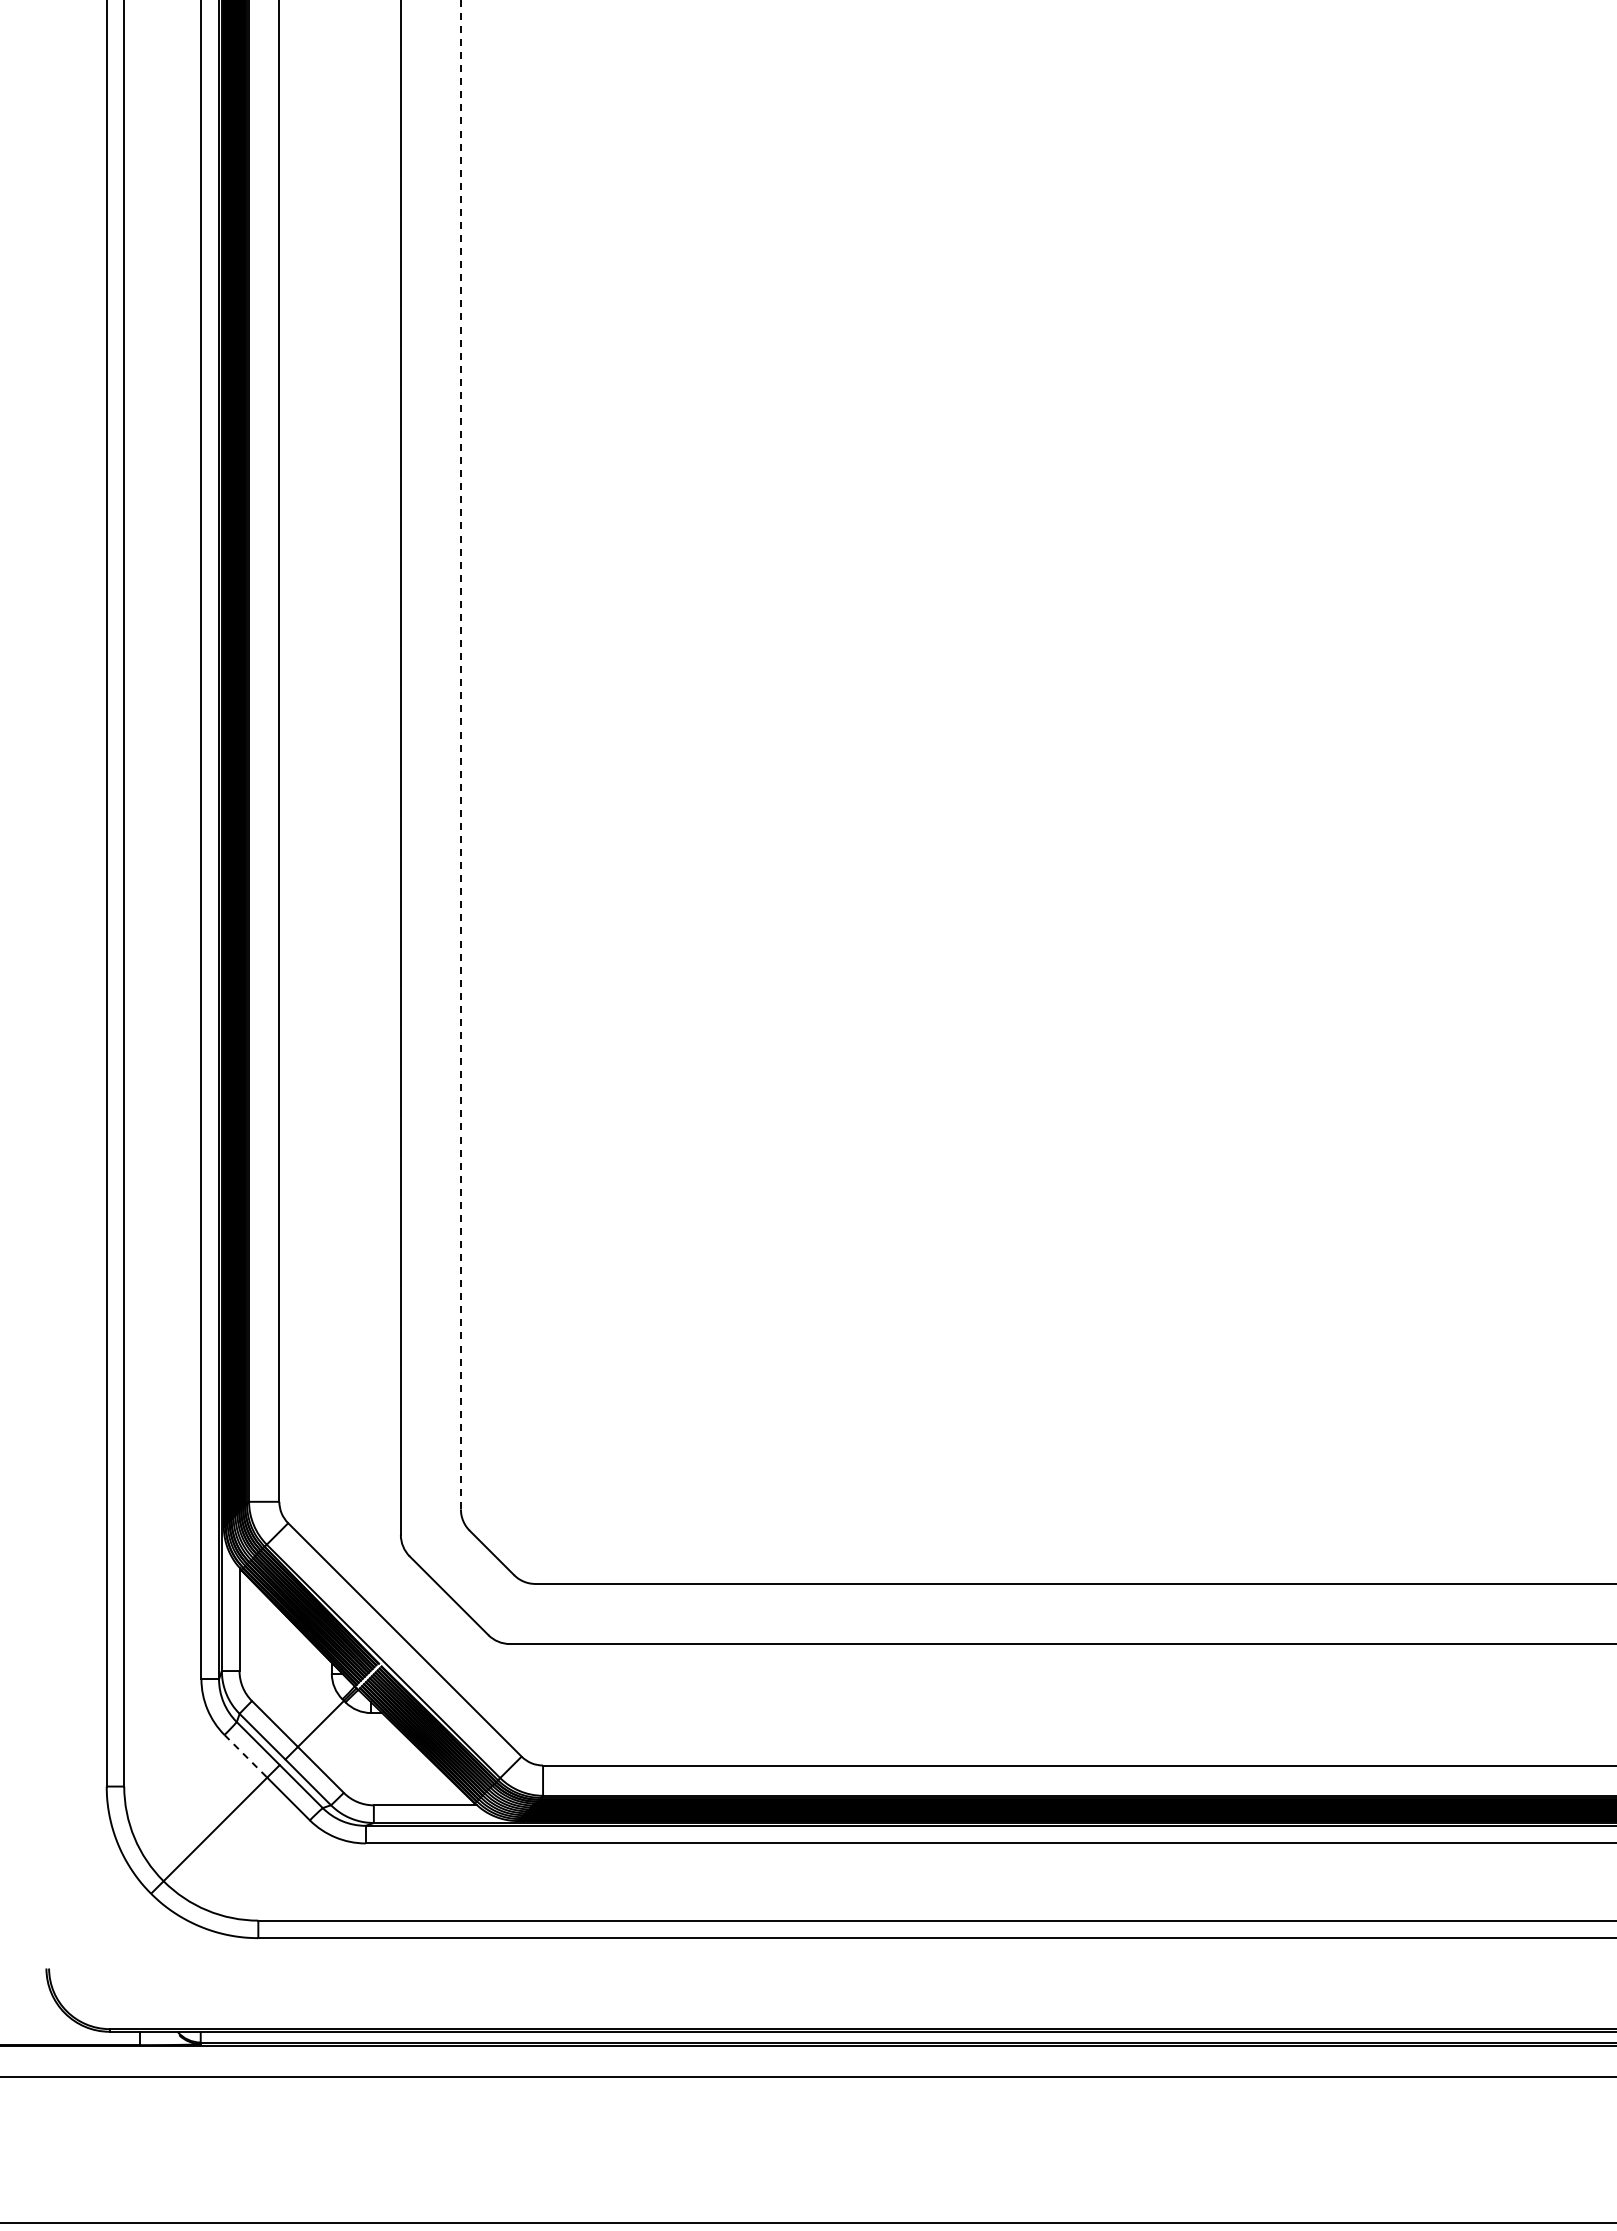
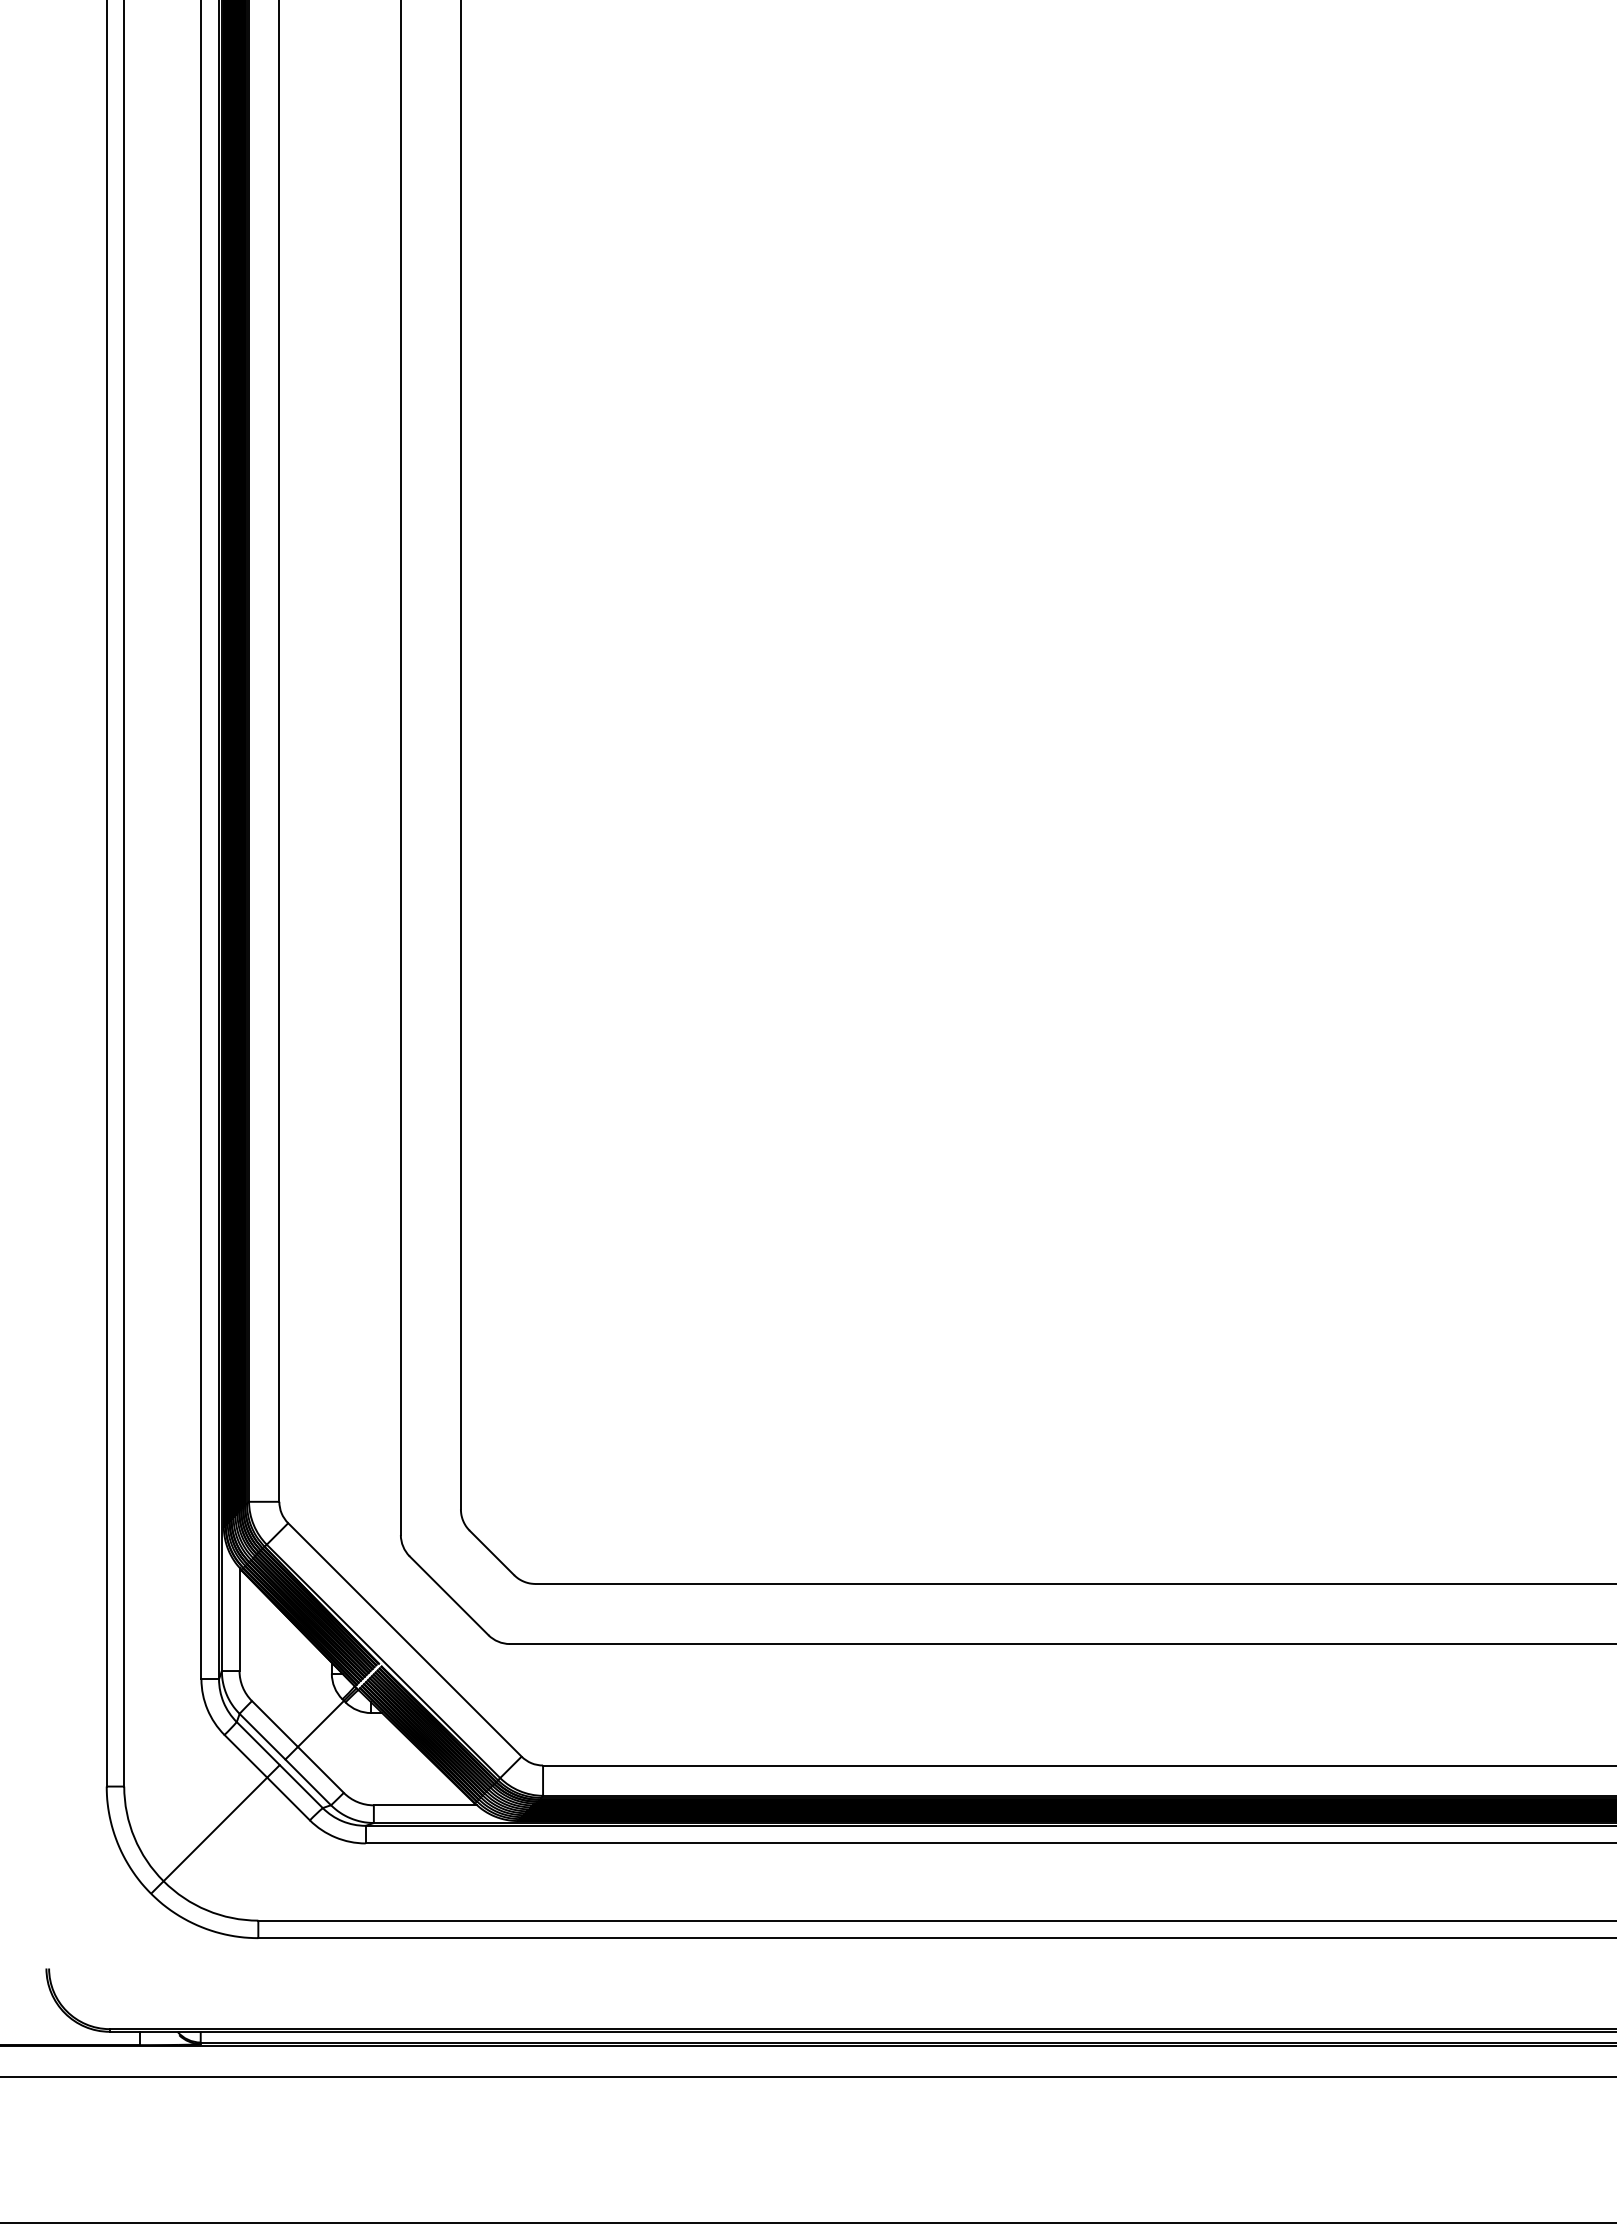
line at (460, 754): dashed -> solid
line at (246, 1756): dashed -> solid
